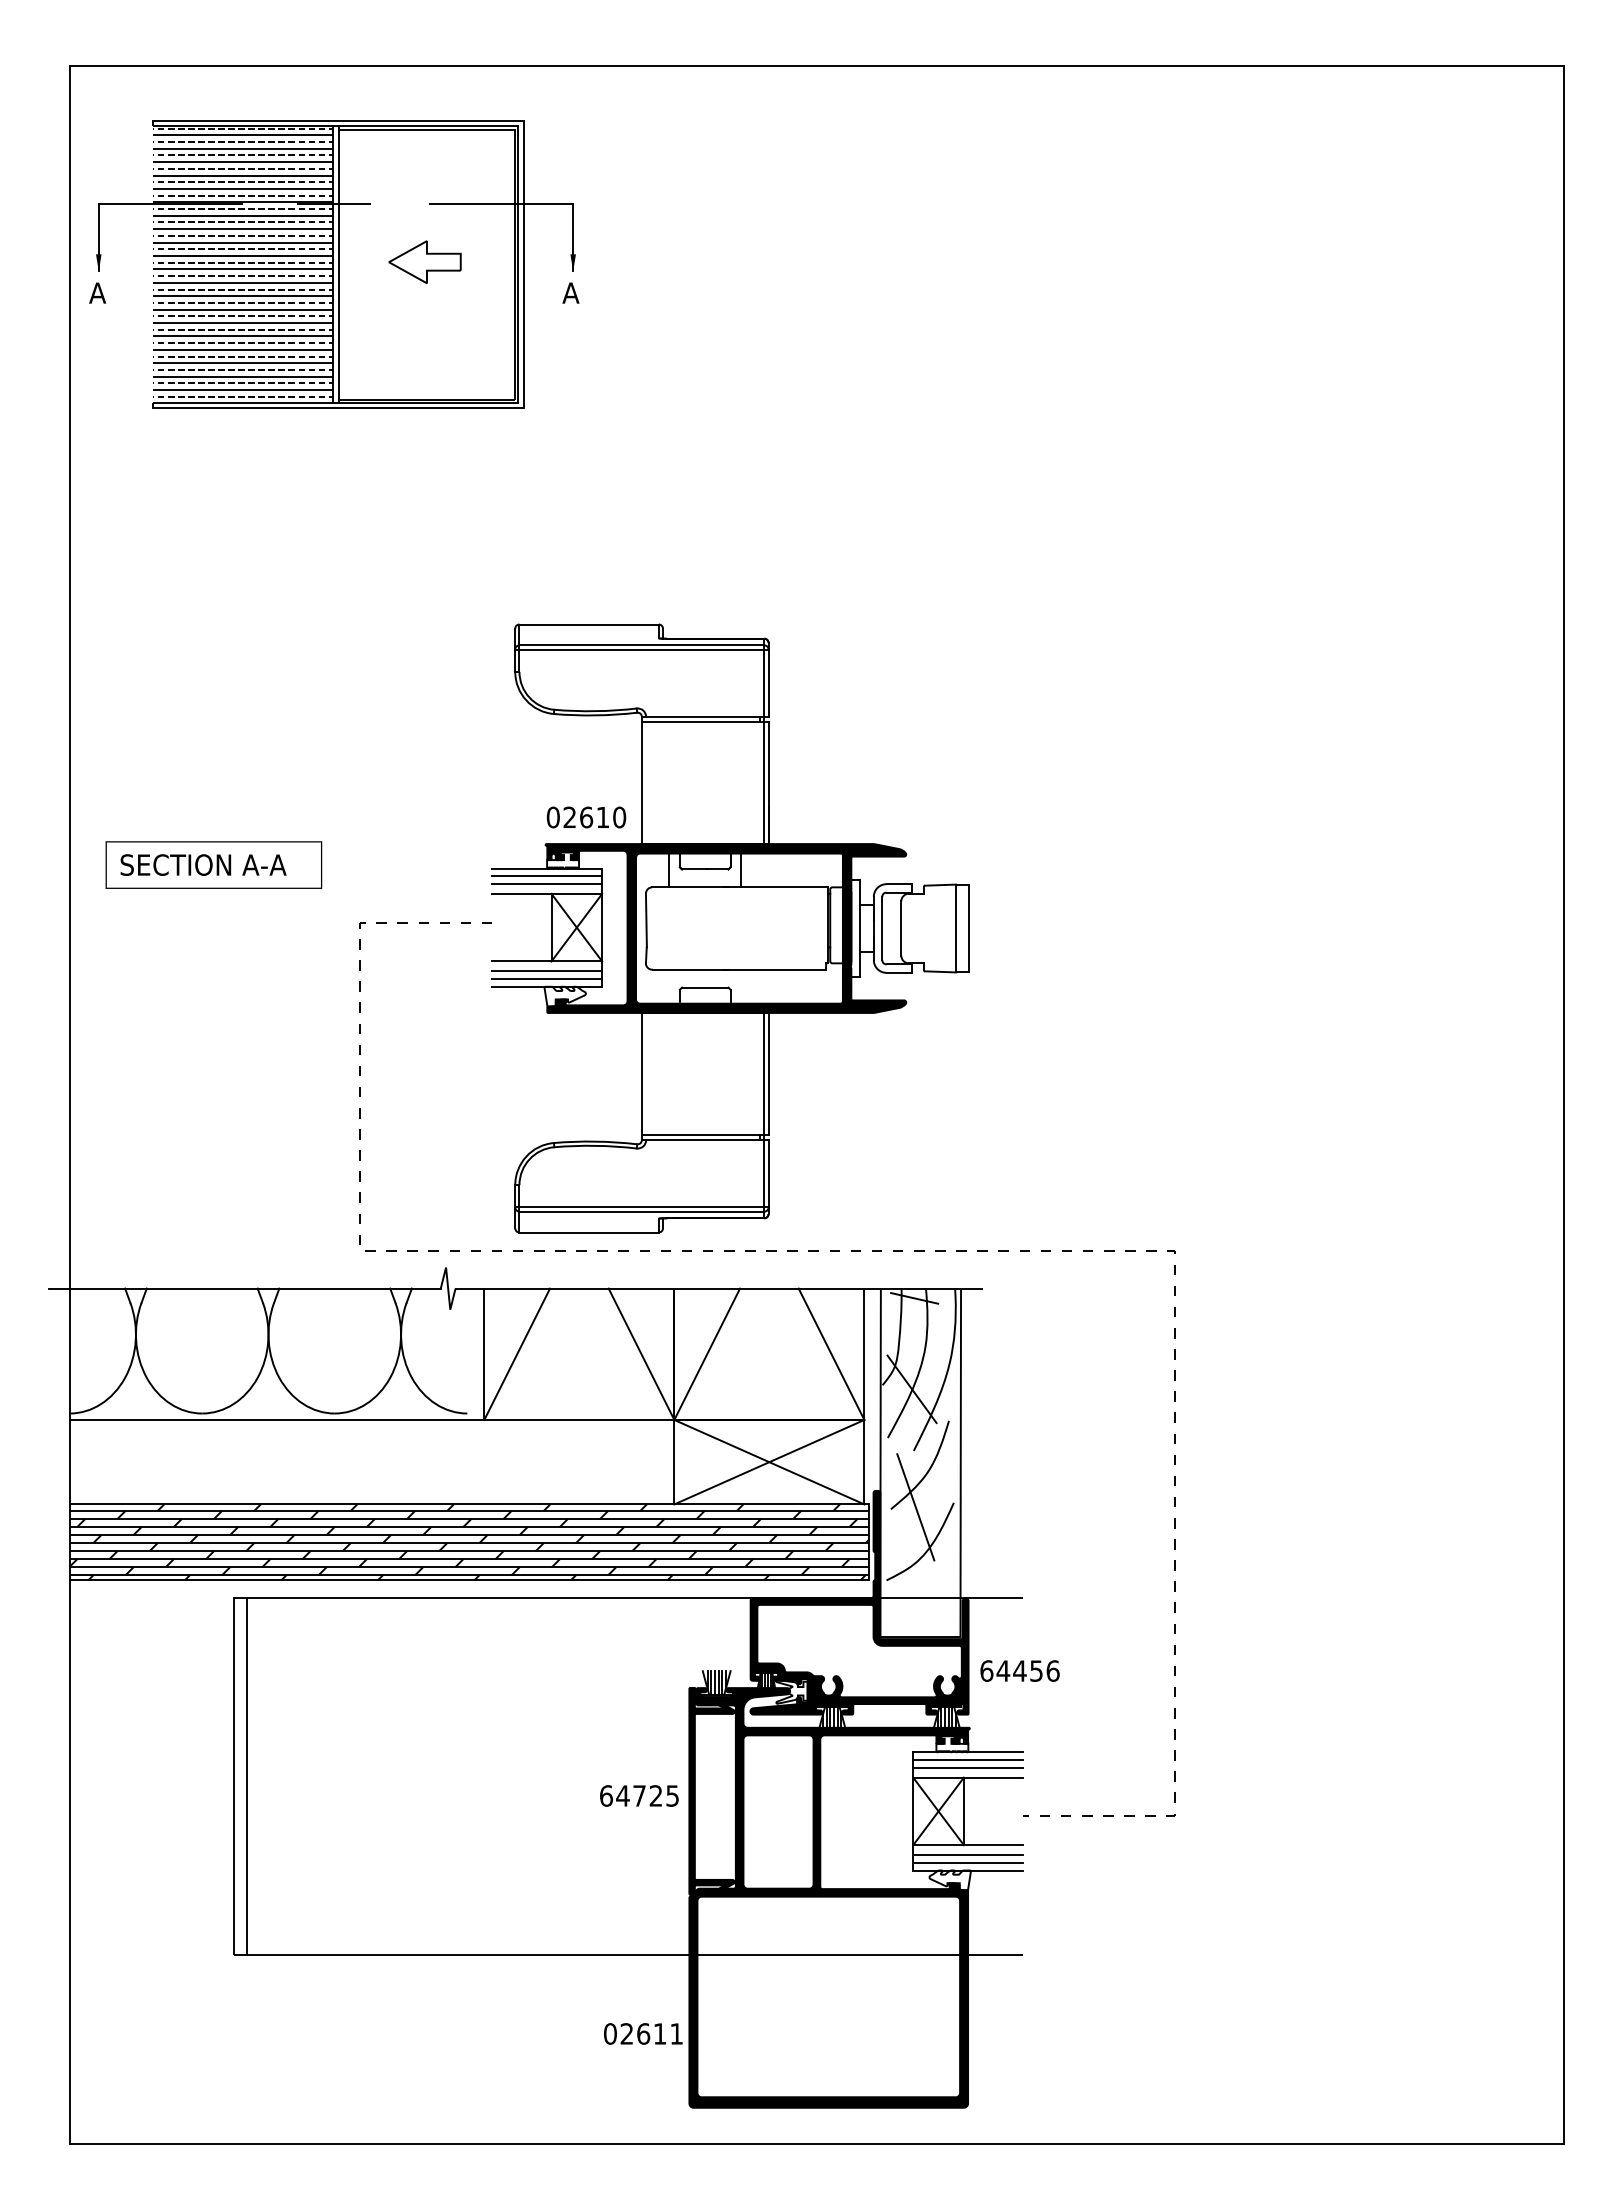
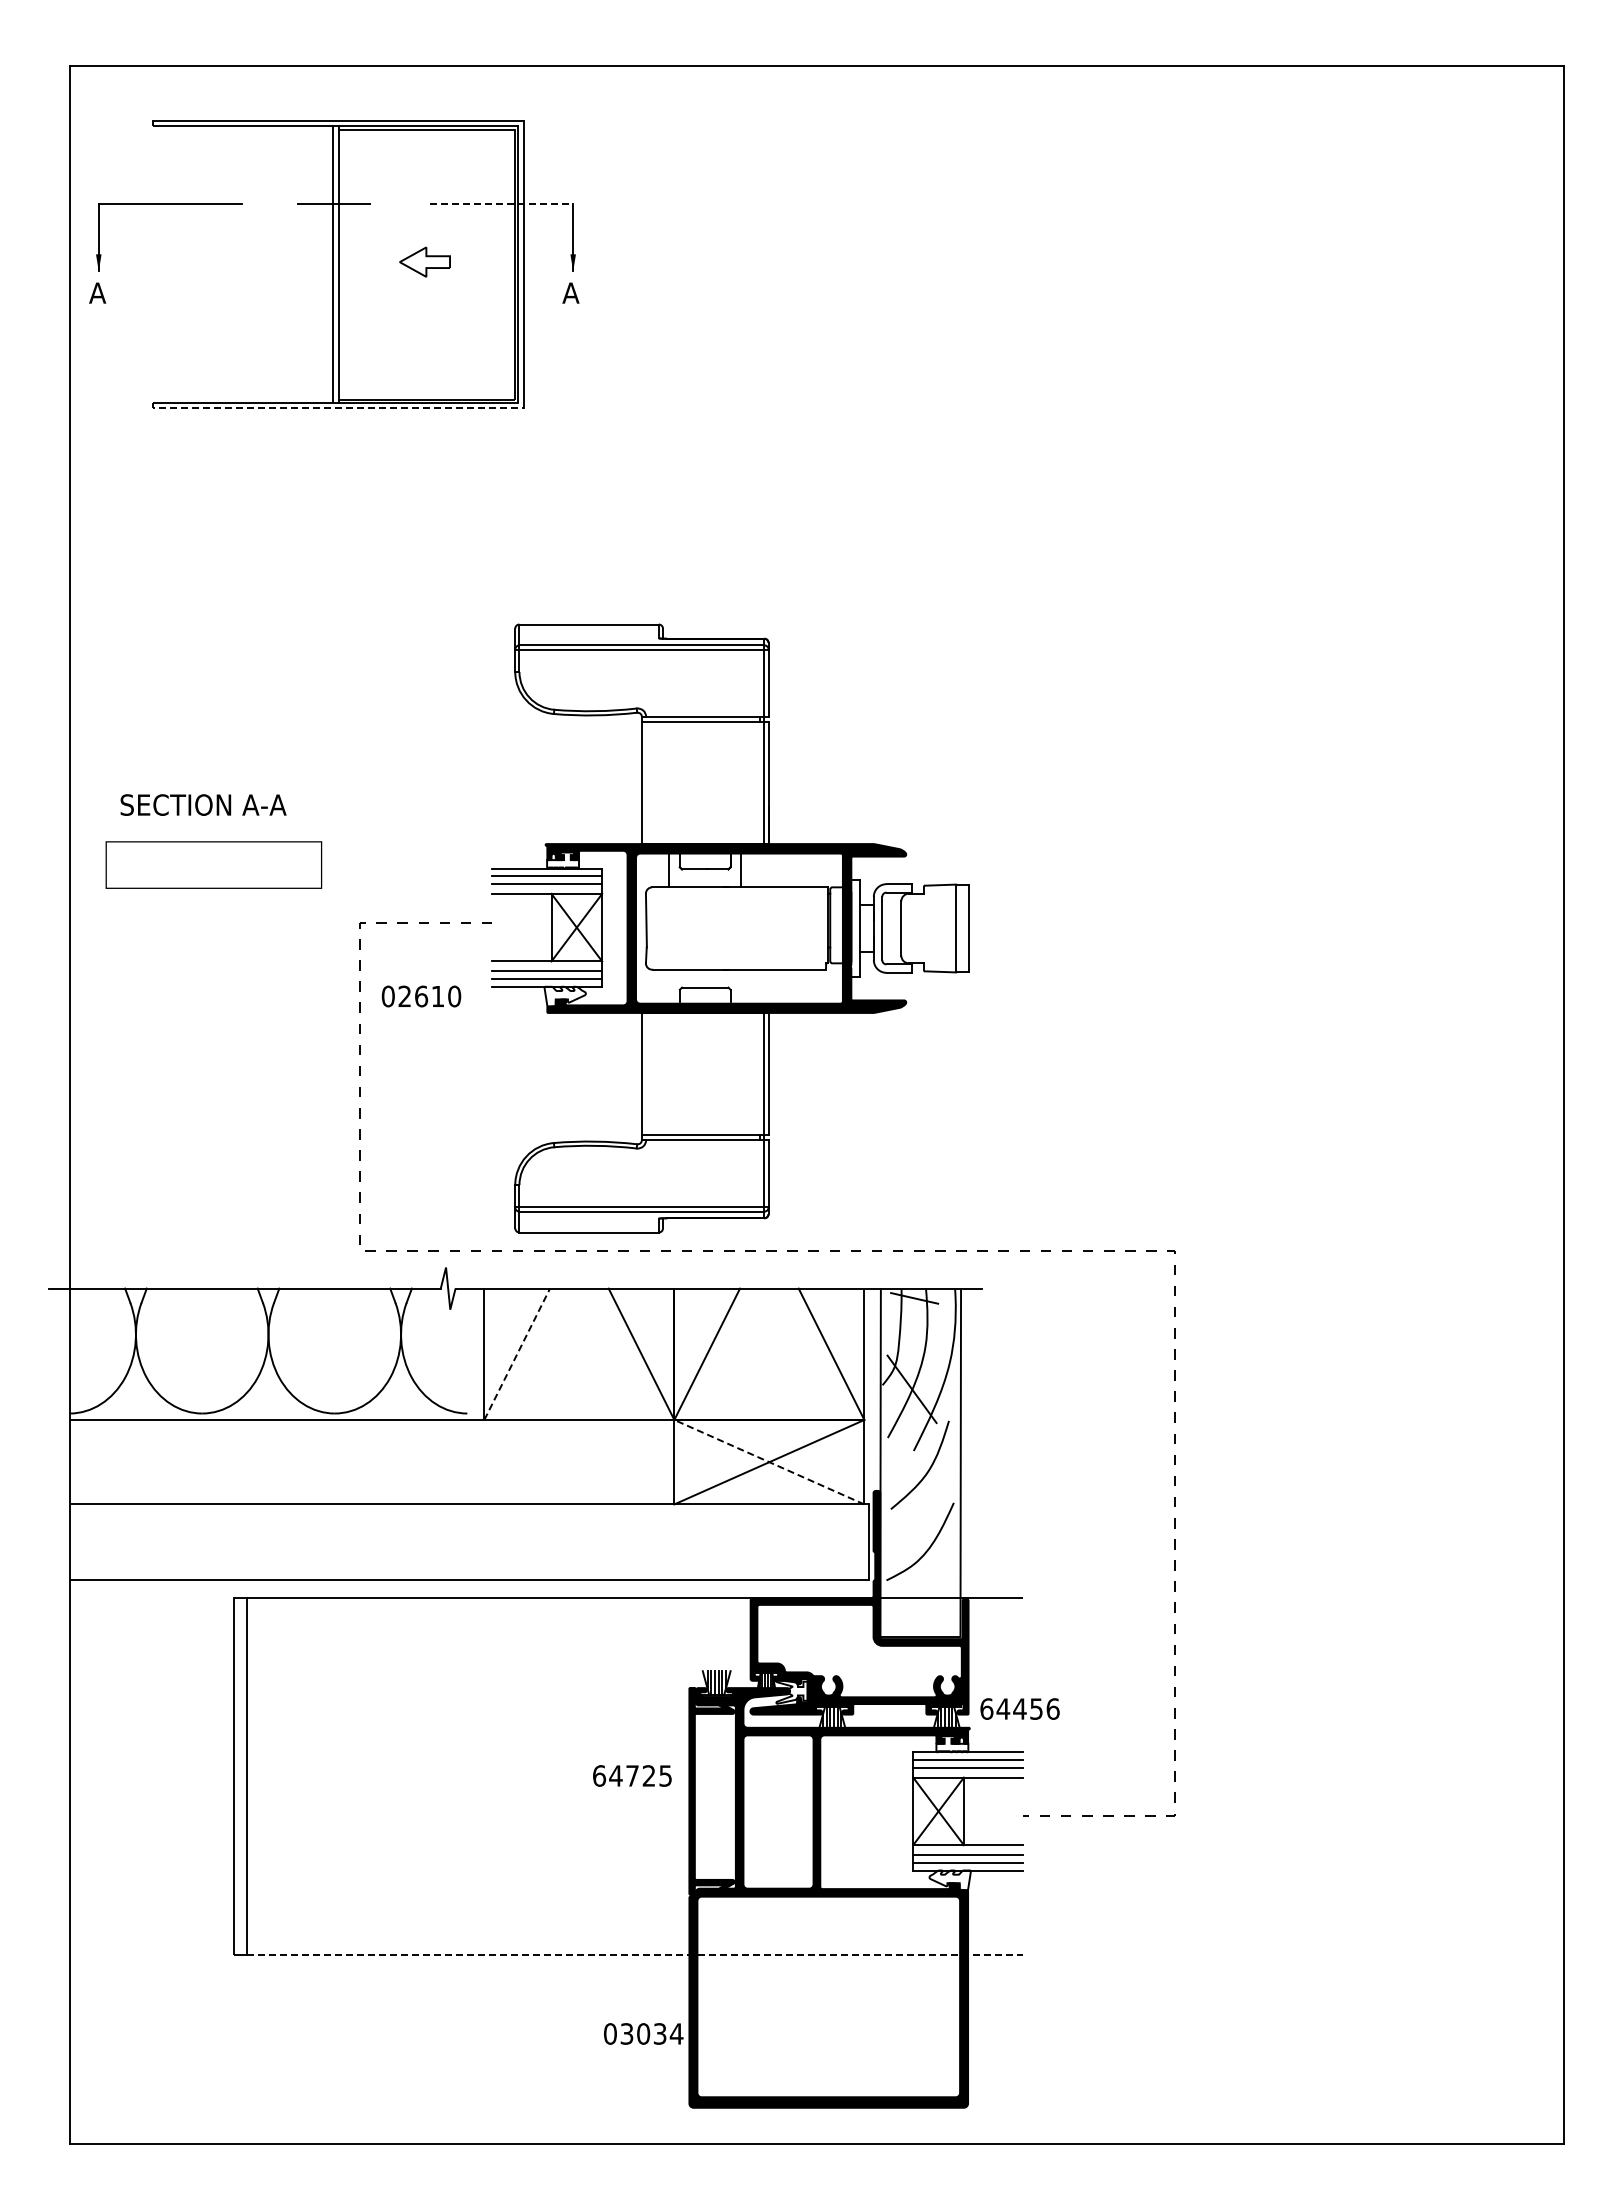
line at (501, 203): solid -> dashed
part at (424, 261) size: 74x44 px -> 52x32 px
hatch at (243, 262): present -> none
line at (335, 408): solid -> dashed
text at (586, 817) position: (586, 817) -> (421, 996)
text at (203, 864) position: (203, 864) -> (203, 804)
line at (517, 1353): solid -> dashed
line at (769, 1462): solid -> dashed
line at (915, 1507): present -> none
hatch at (469, 1542): present -> none
text at (1019, 1670) position: (1019, 1670) -> (1019, 1708)
text at (639, 1795) position: (639, 1795) -> (632, 1775)
line at (635, 1955): solid -> dashed
text at (651, 2033): 02611 -> 03034
